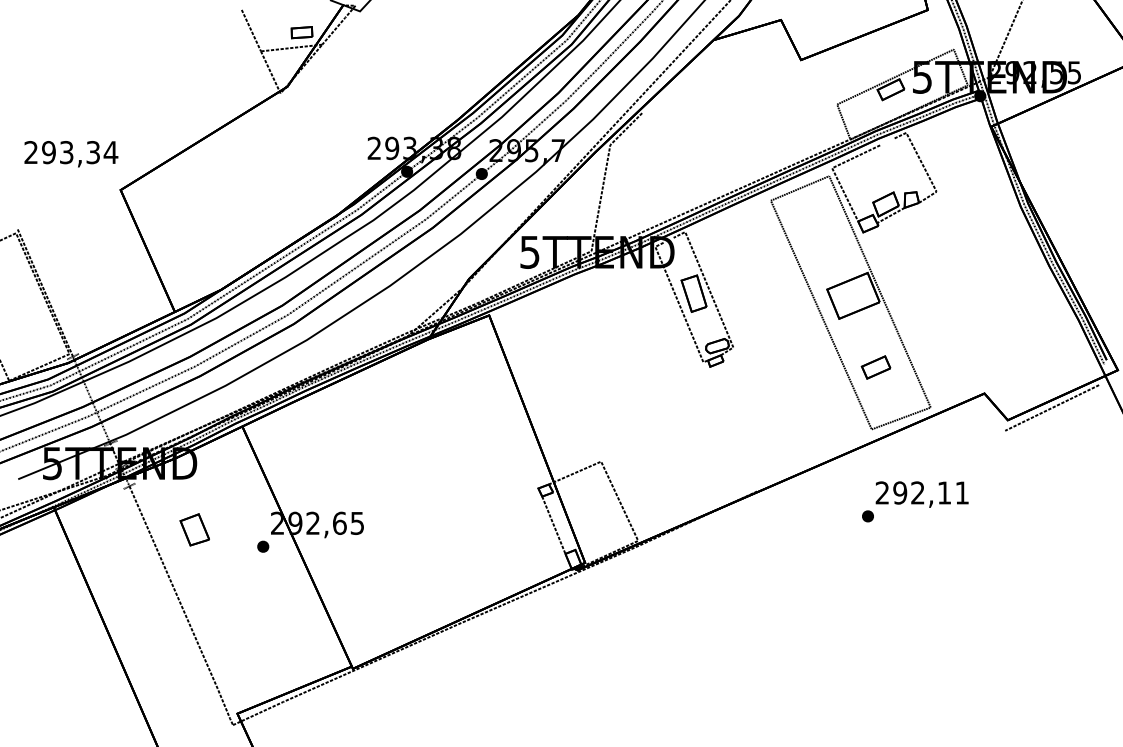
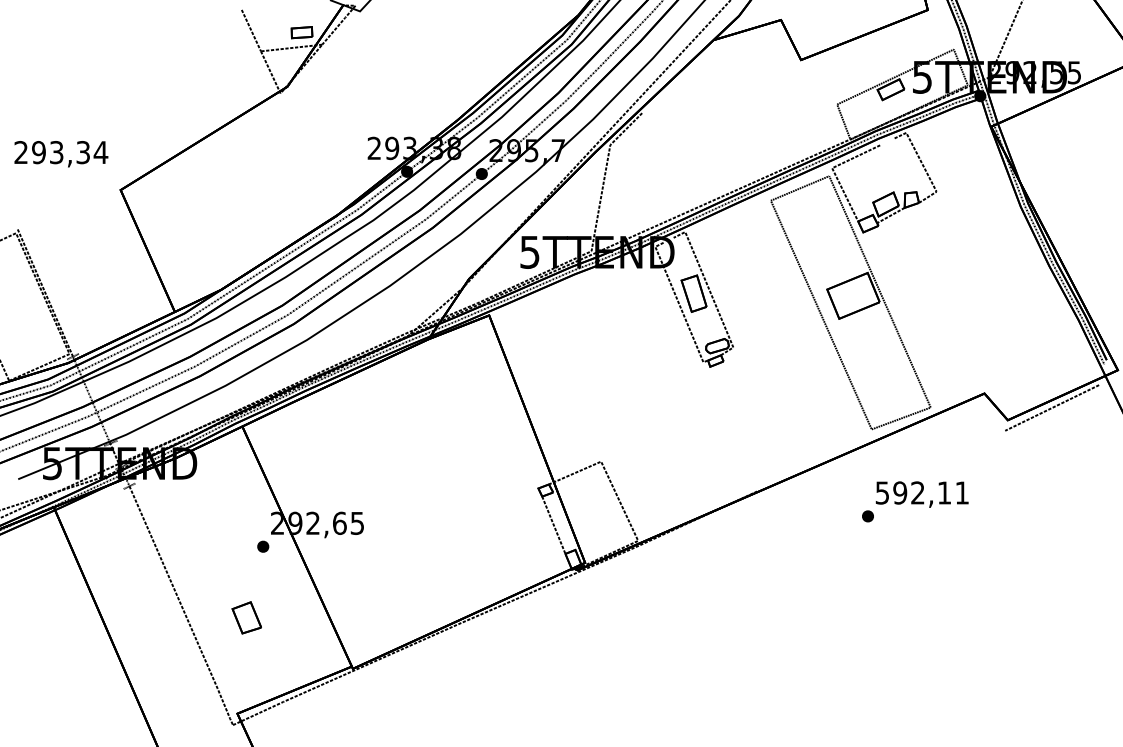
text at (71, 154) position: (71, 154) -> (61, 154)
part at (875, 367): present -> none
text at (881, 492): 292,11 -> 592,11
part at (194, 529) position: (194, 529) -> (246, 617)
